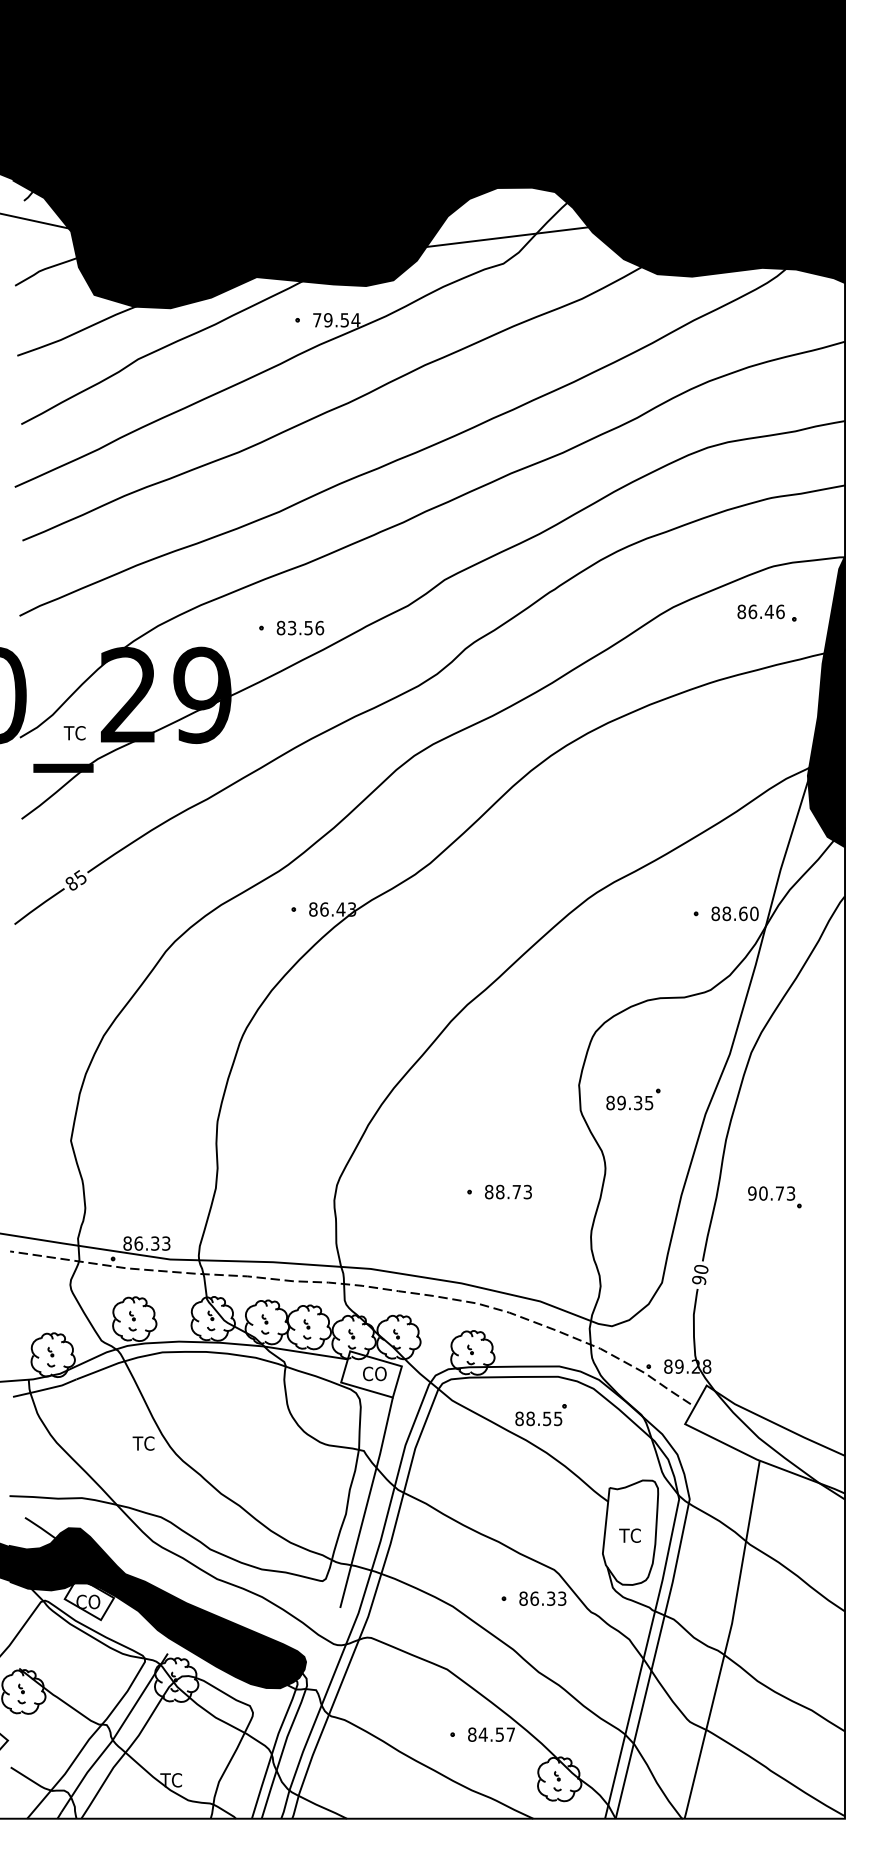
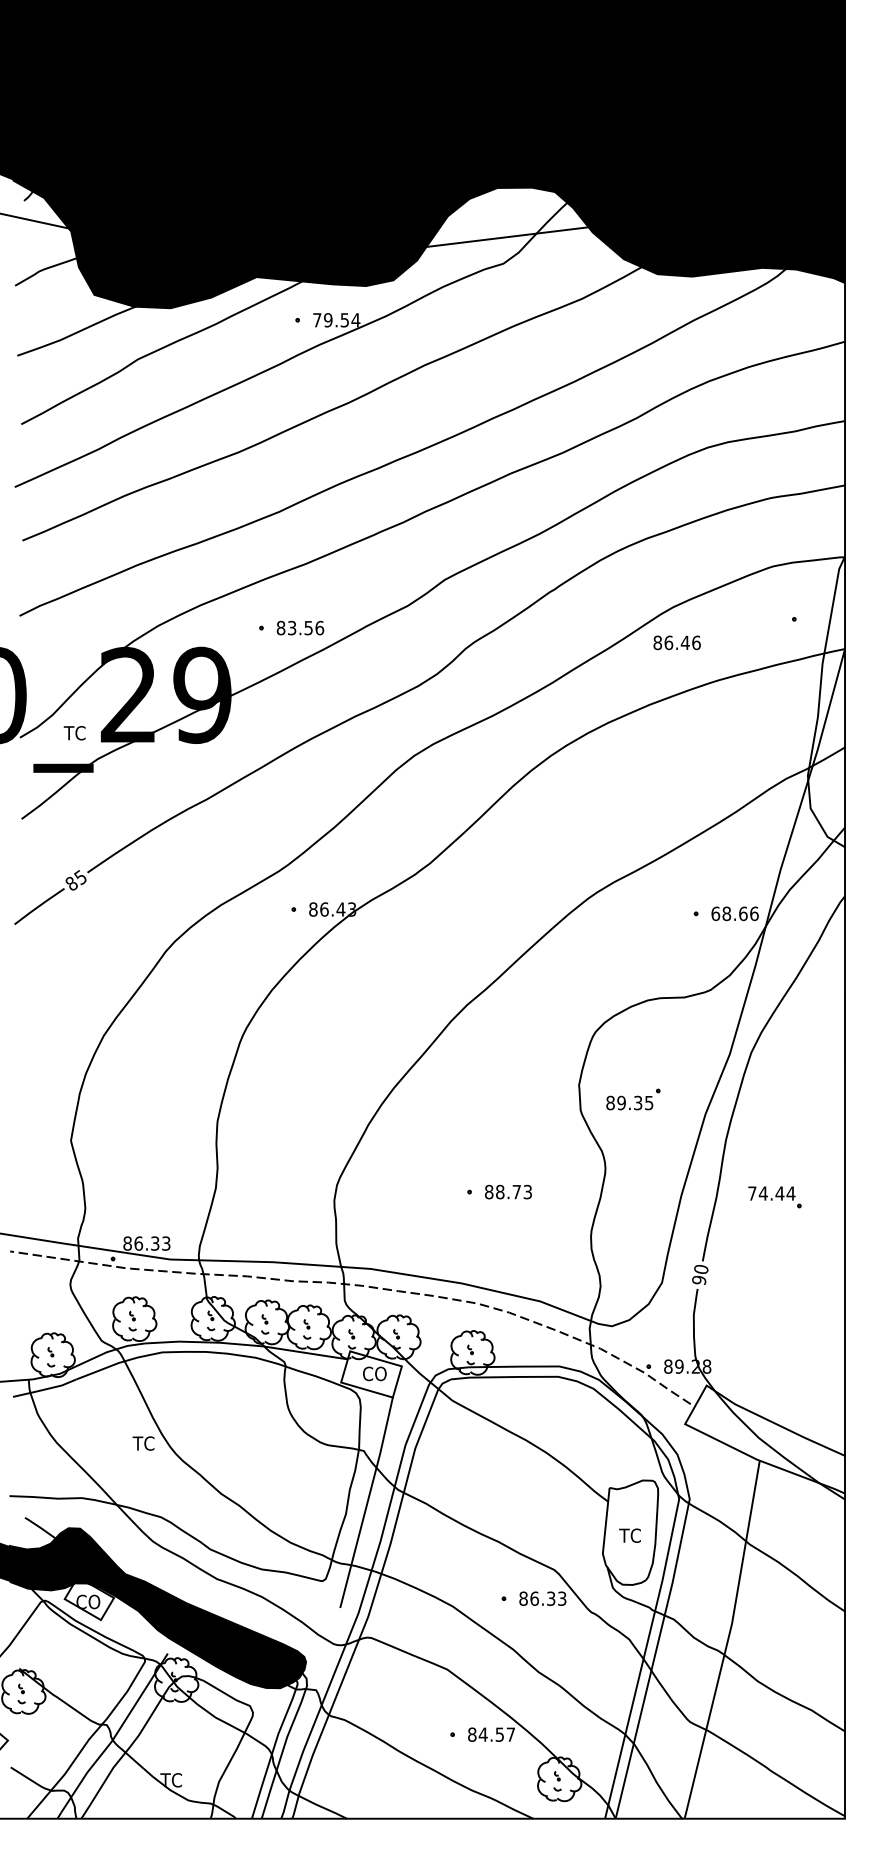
text at (760, 611) position: (760, 611) -> (676, 642)
fill at (826, 701): present -> none
text at (734, 913): 88.60 -> 68.66
text at (771, 1193): 90.73 -> 74.44
part at (540, 1415): present -> none
